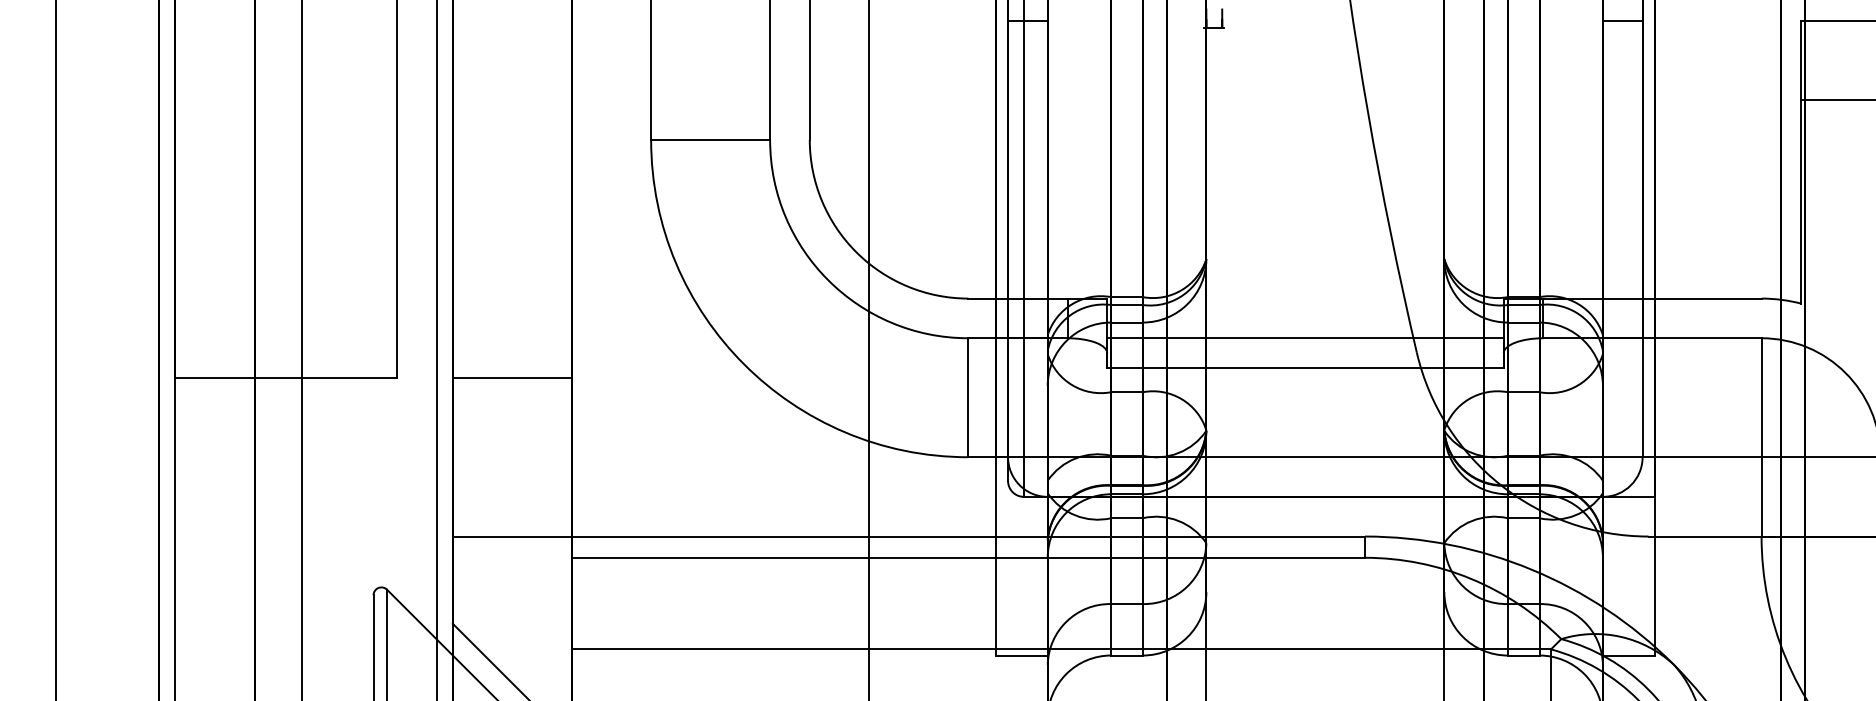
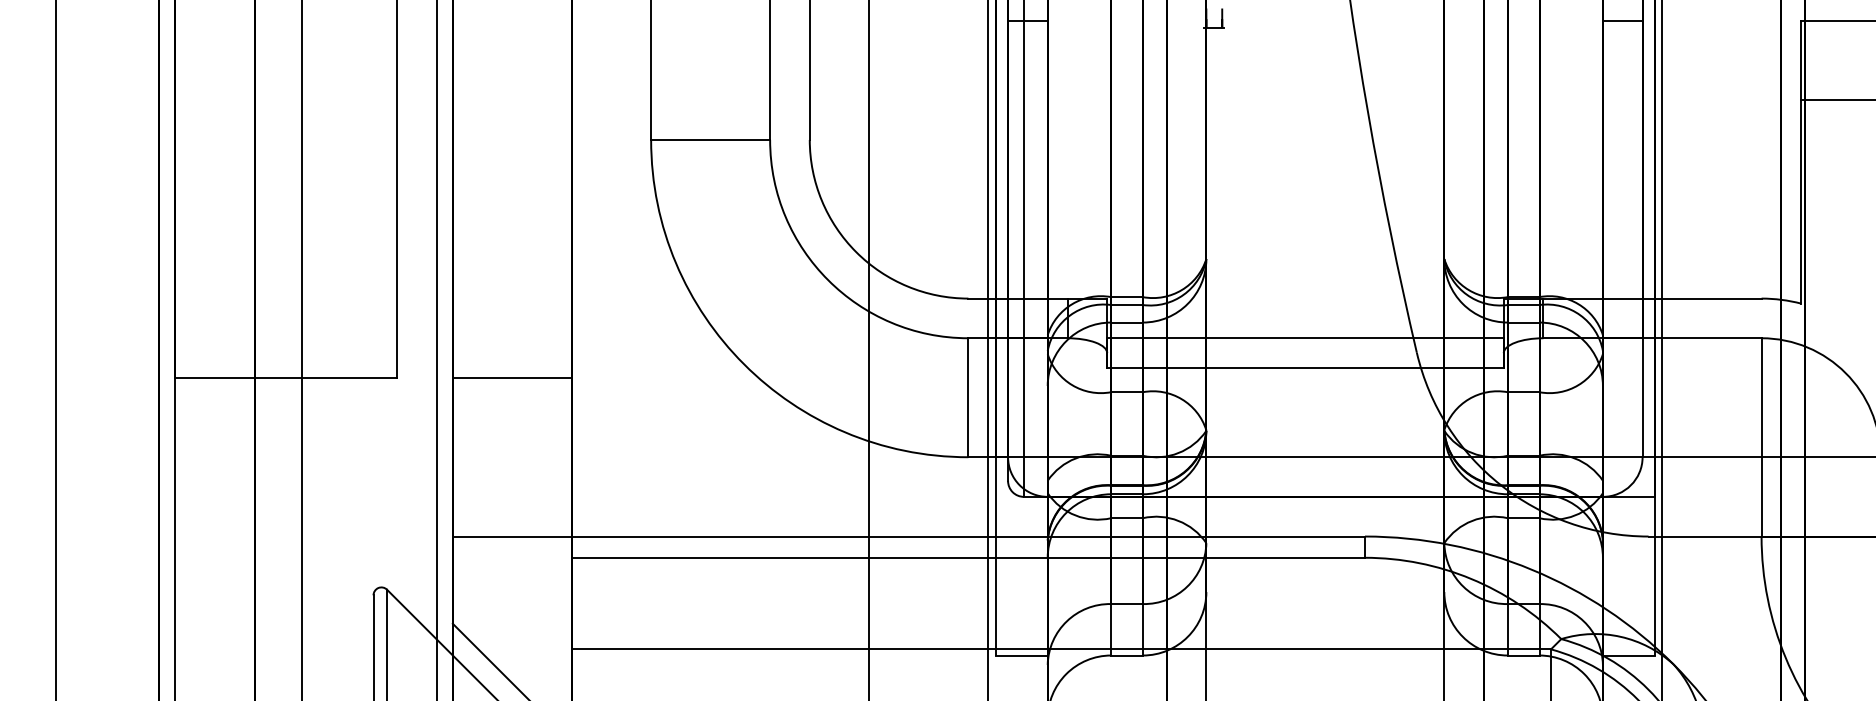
line at (988, 349): none -> present
line at (1662, 349): none -> present
